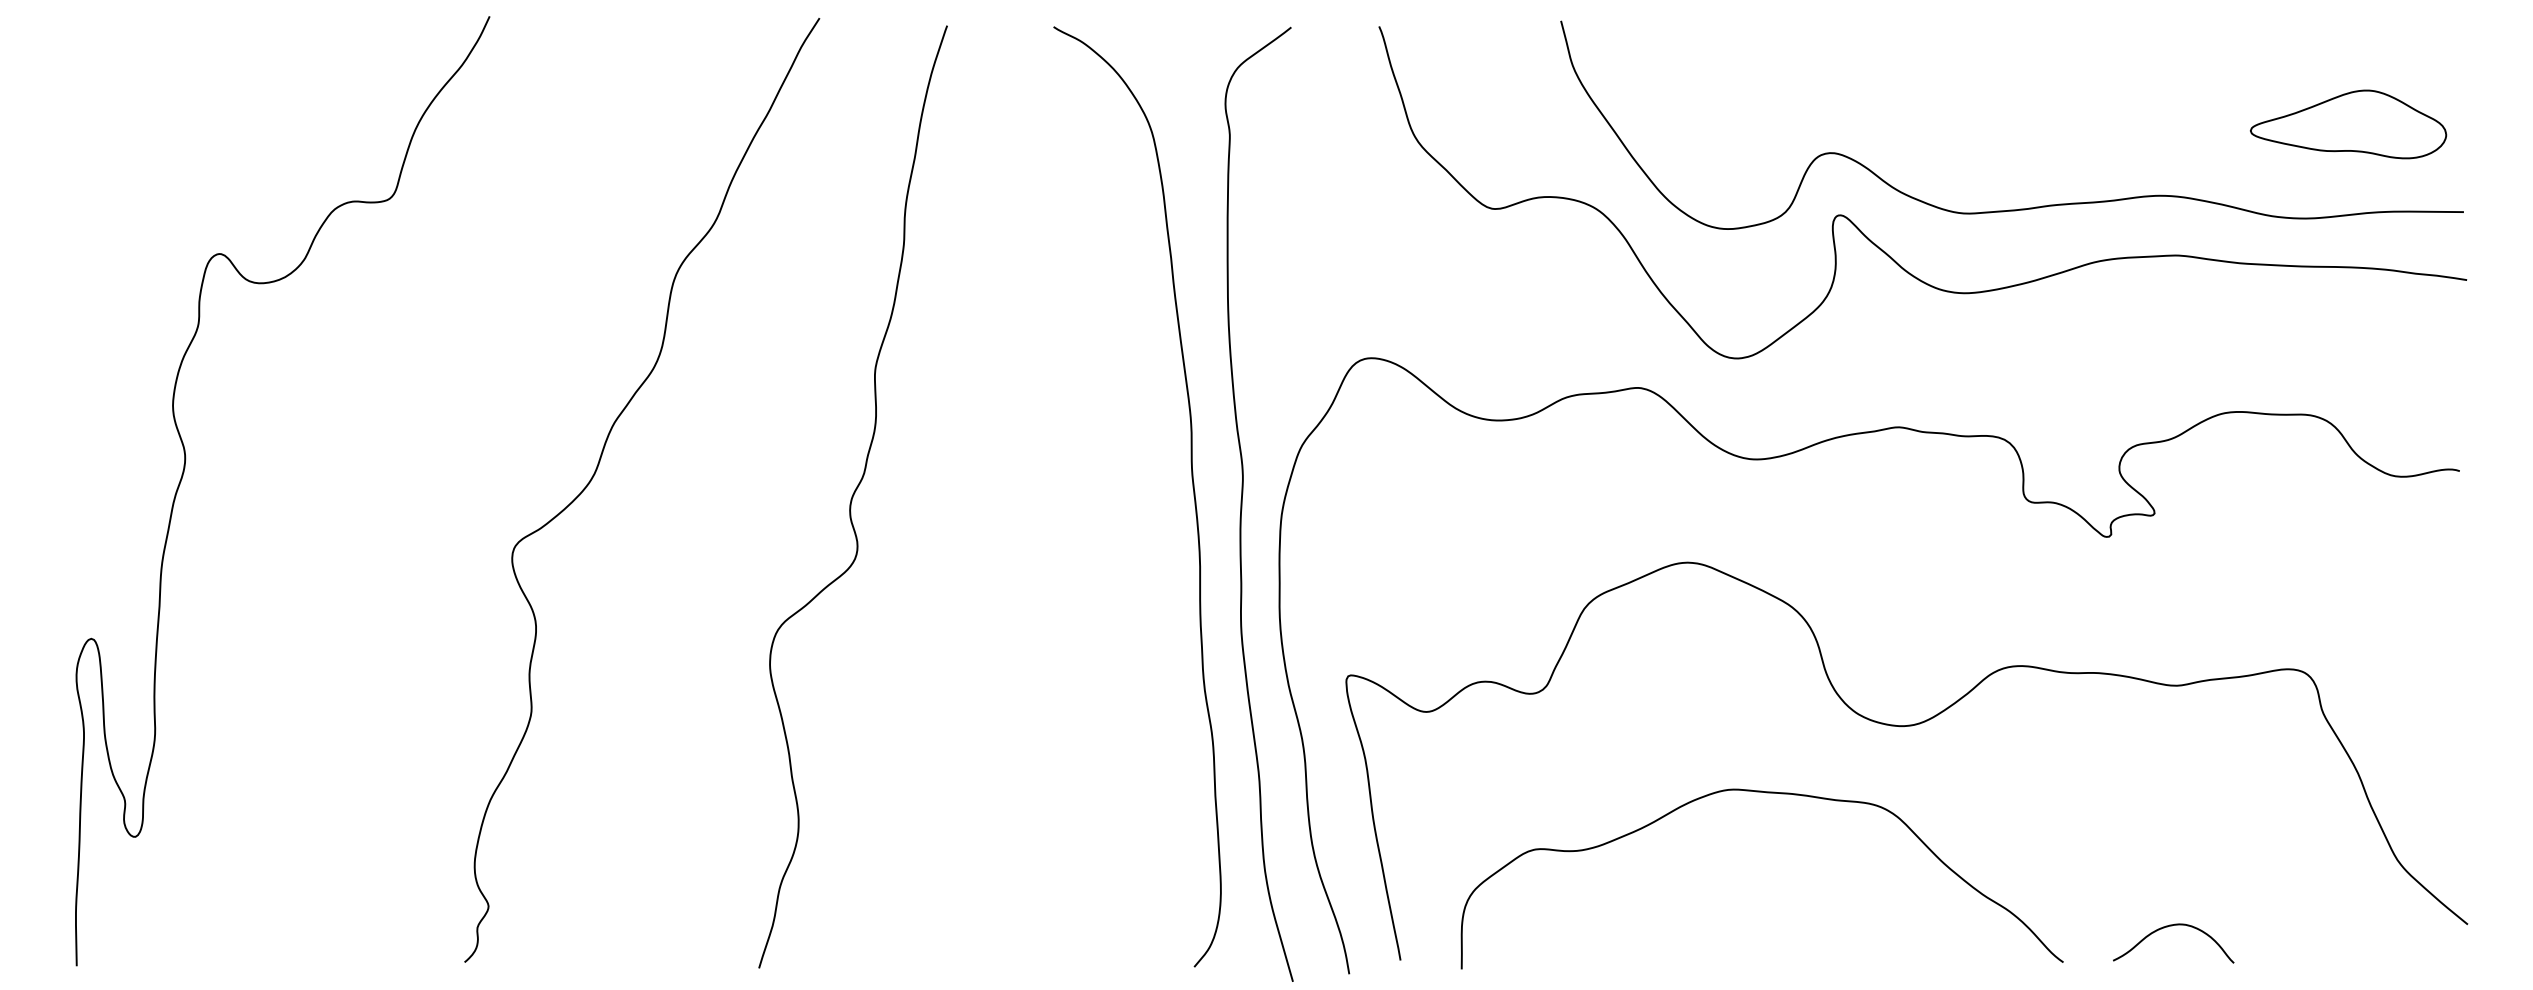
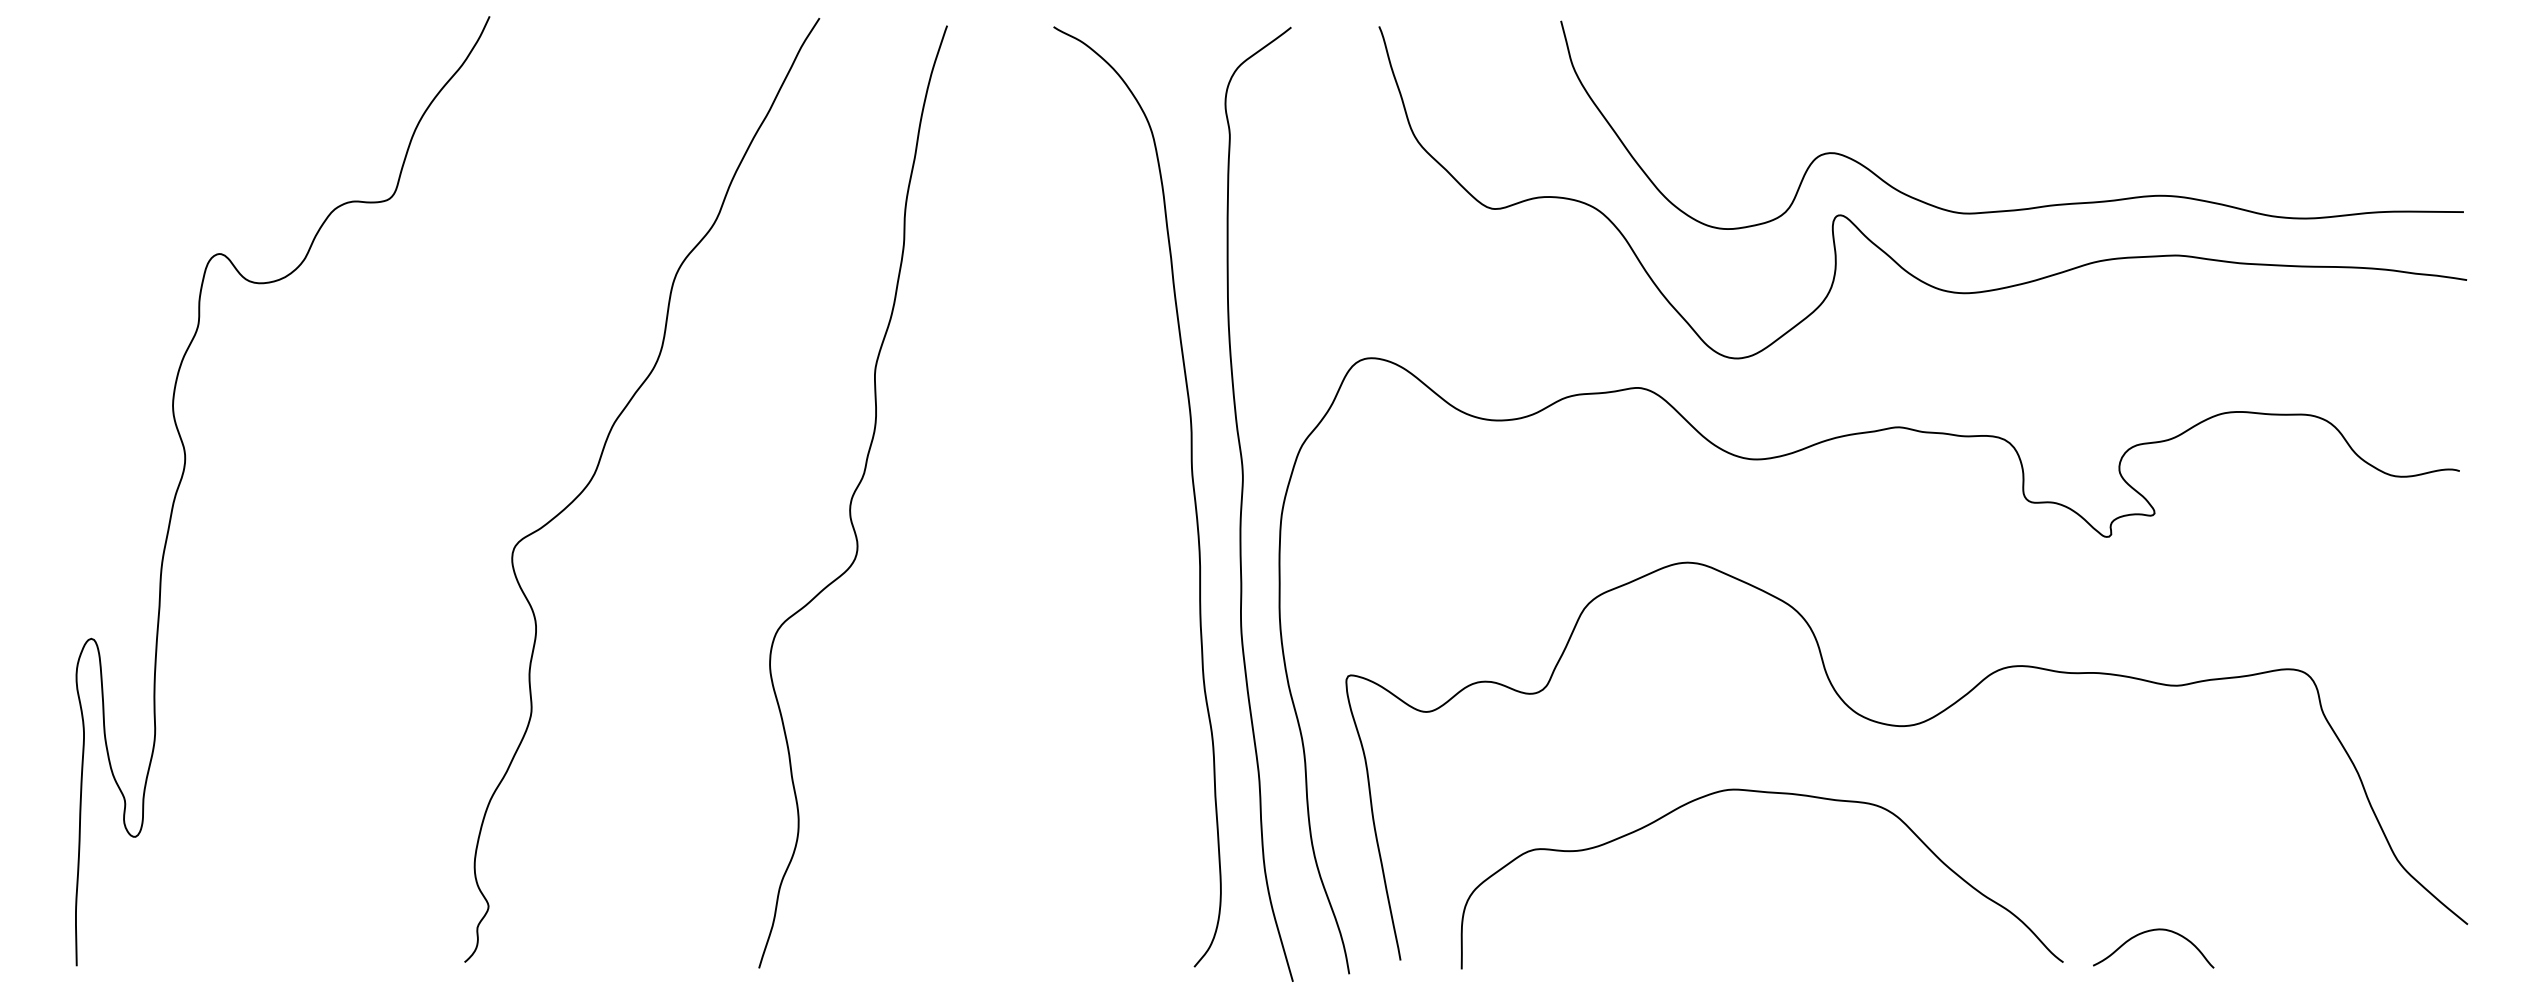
part at (2348, 124): present -> none
curve at (2172, 926) position: (2172, 926) -> (2152, 931)
